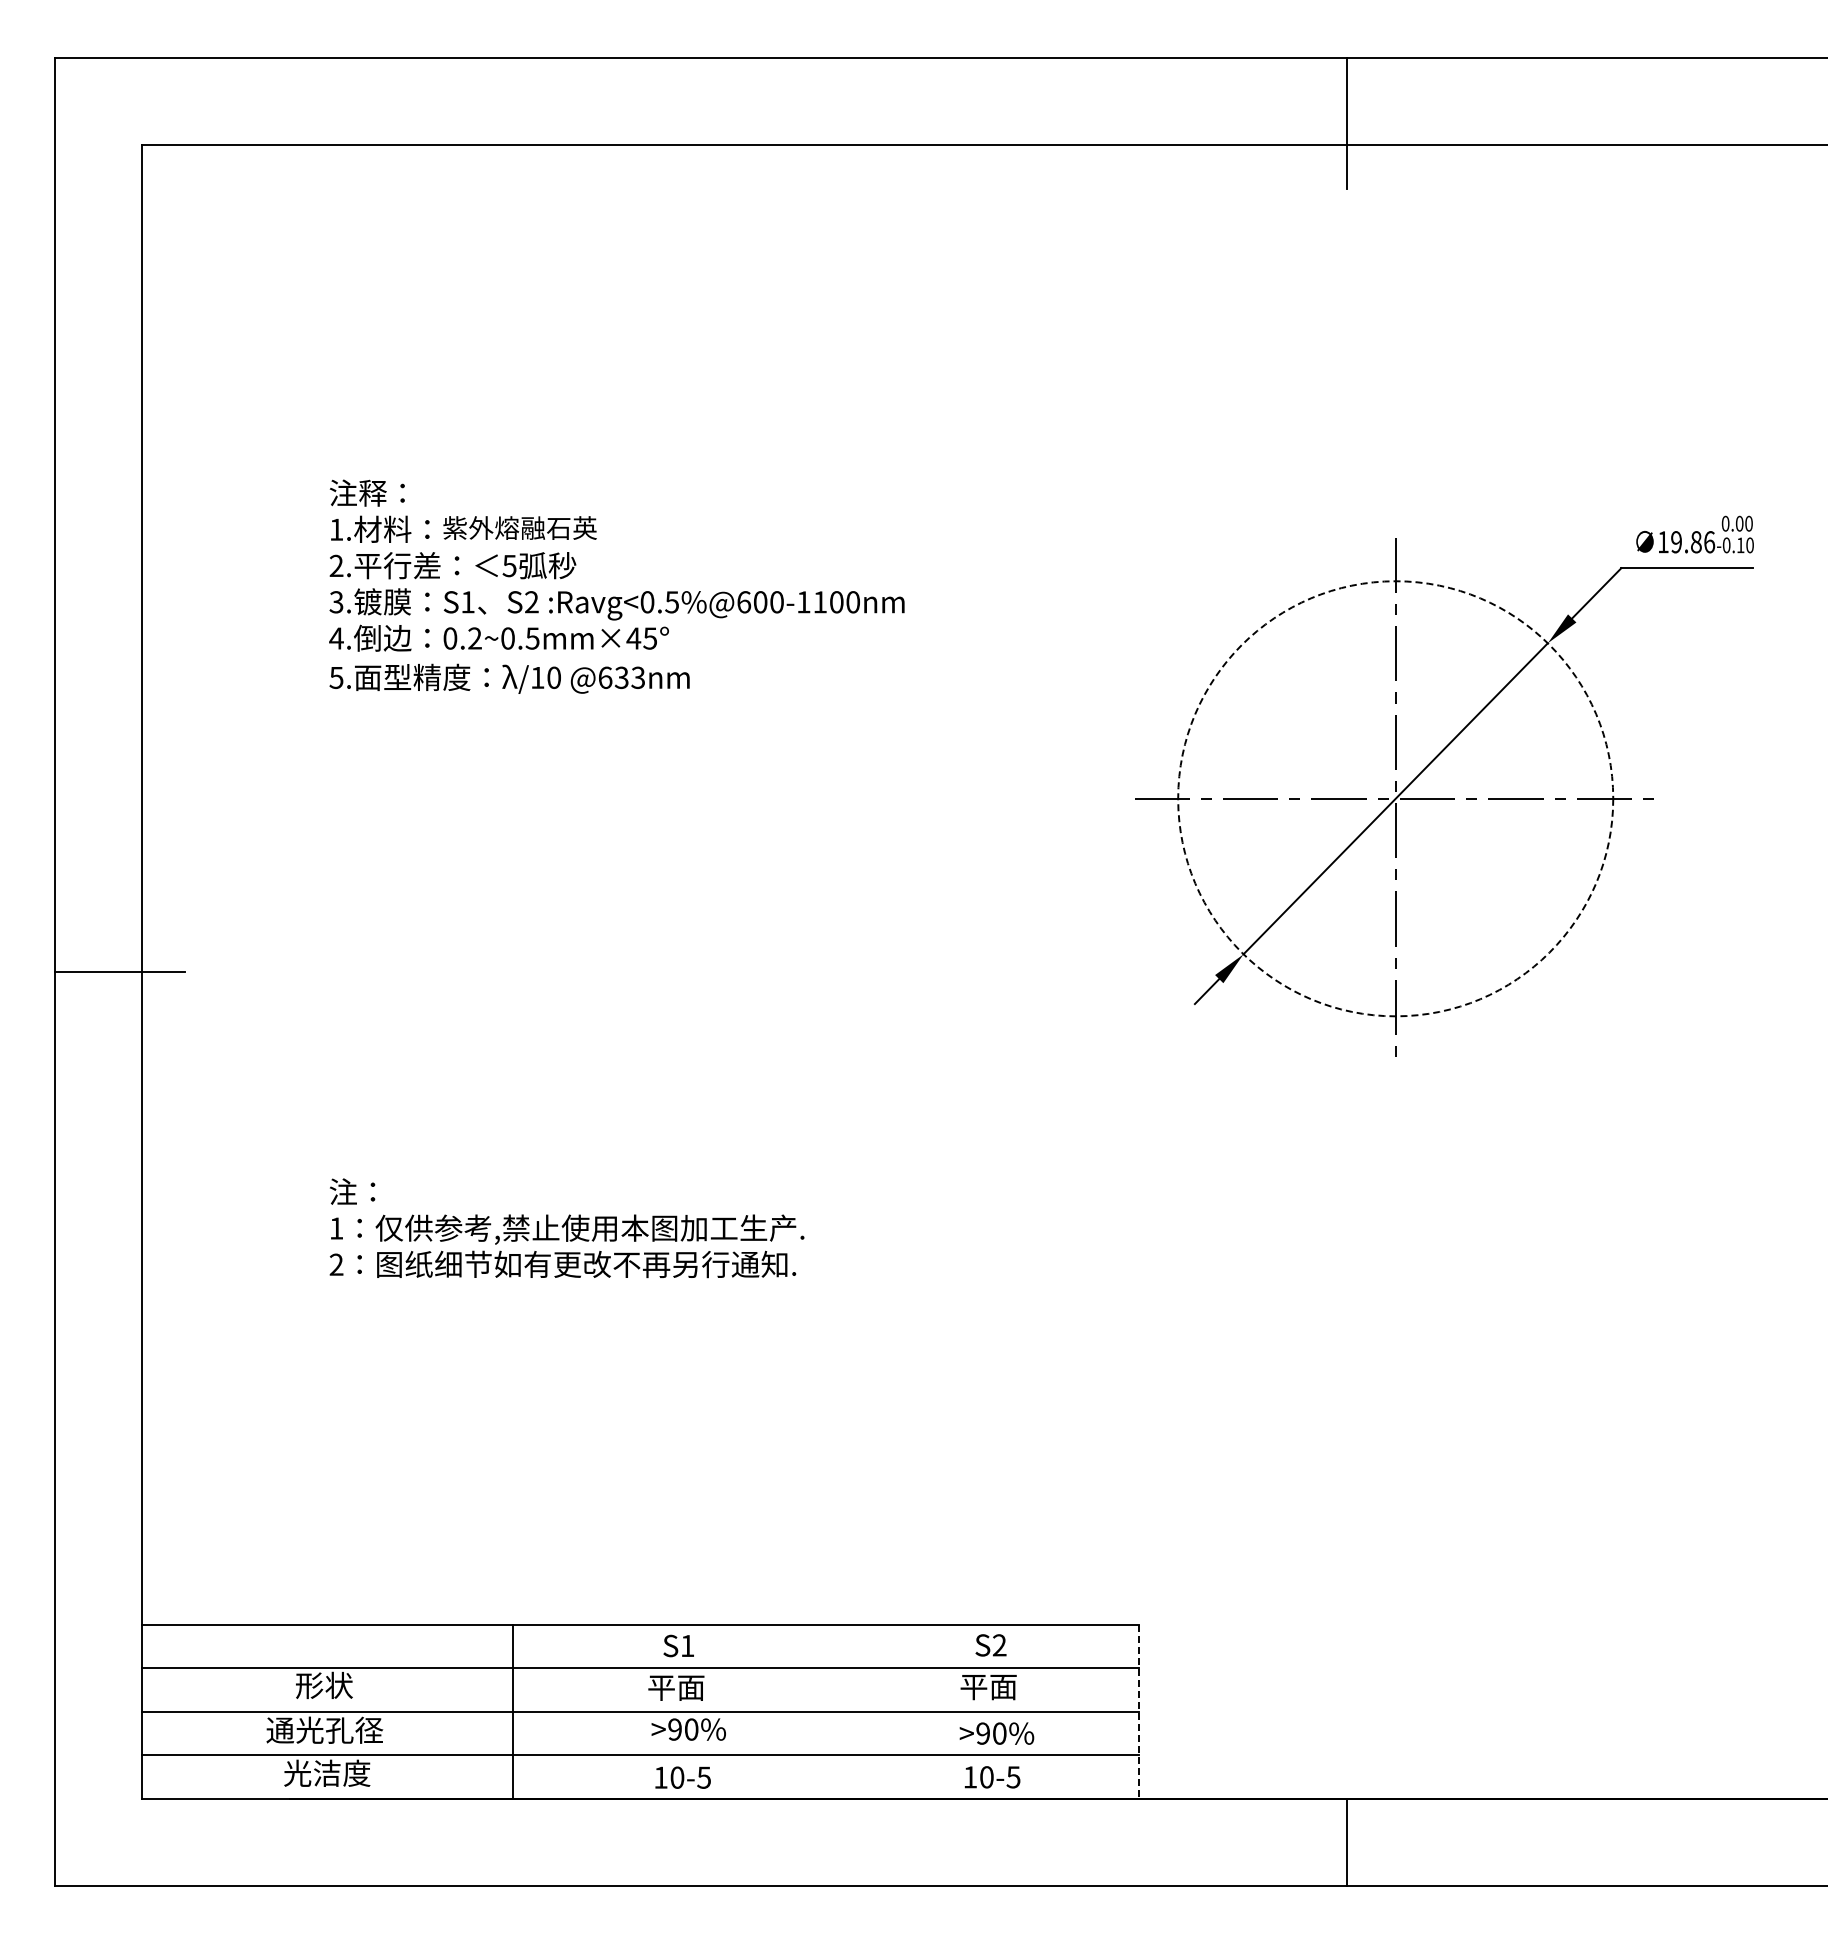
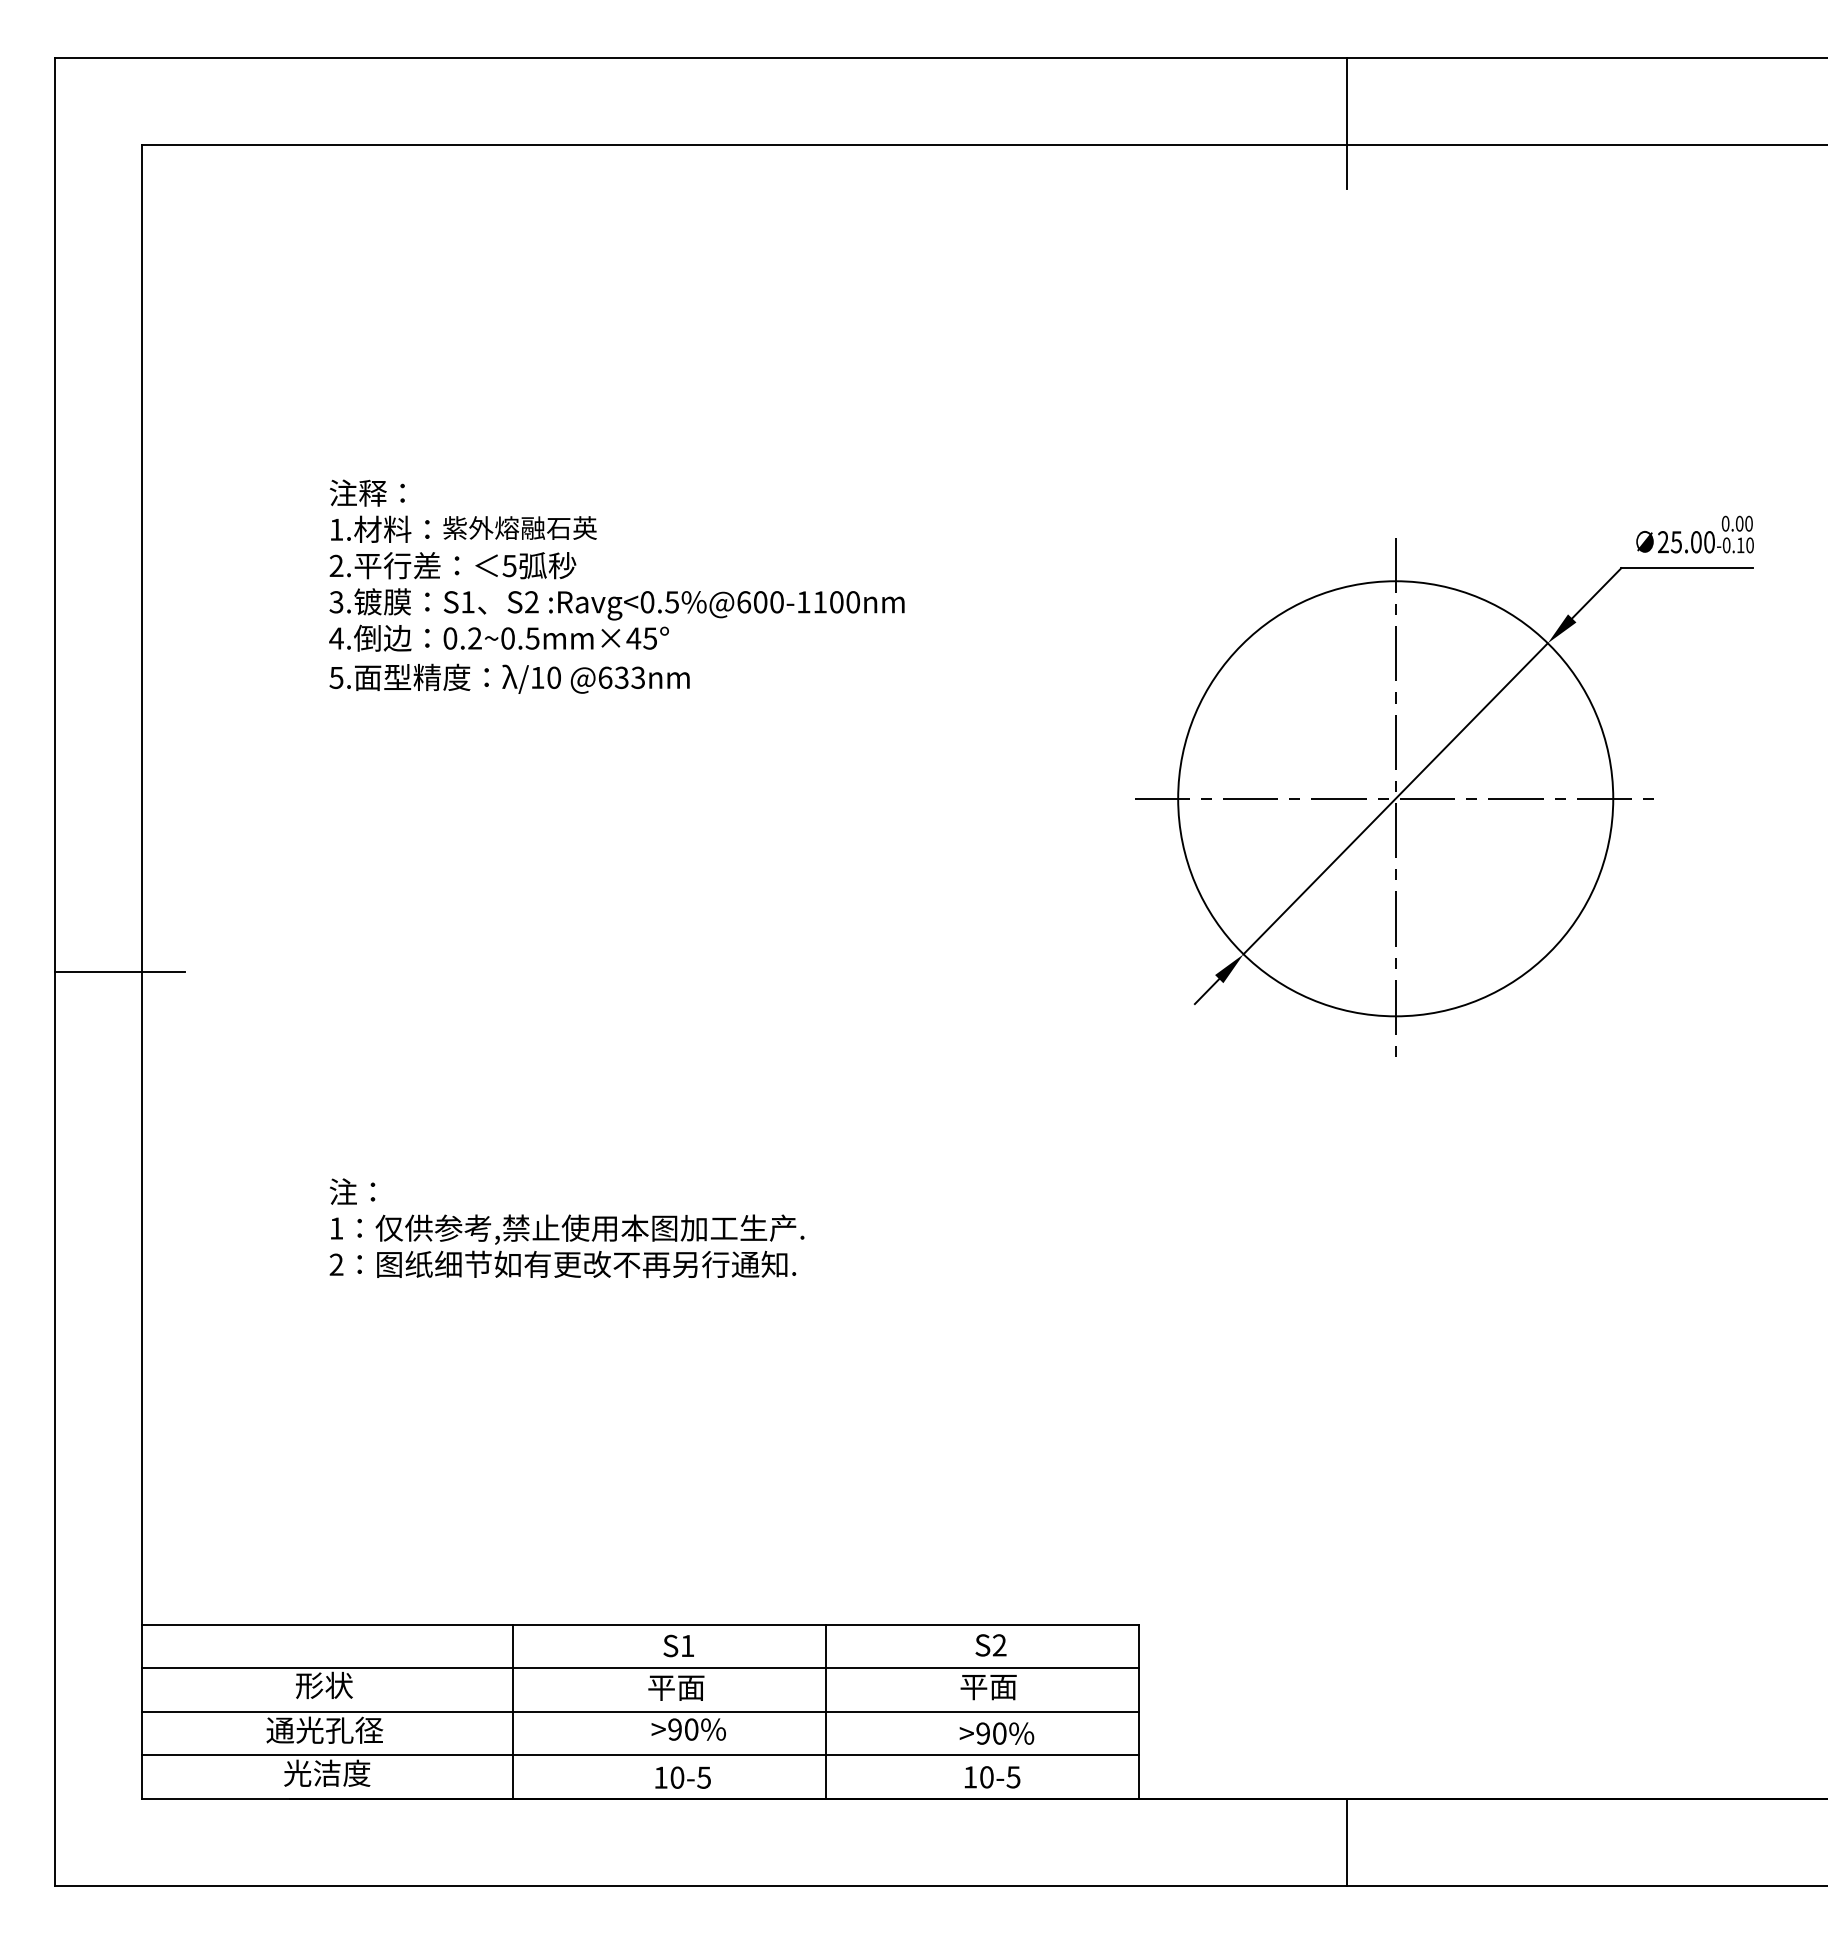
text at (1686, 542): 19.86 -> 25.00
circle at (1395, 798): dashed -> solid
line at (826, 1711): none -> present
line at (1139, 1712): dashed -> solid
